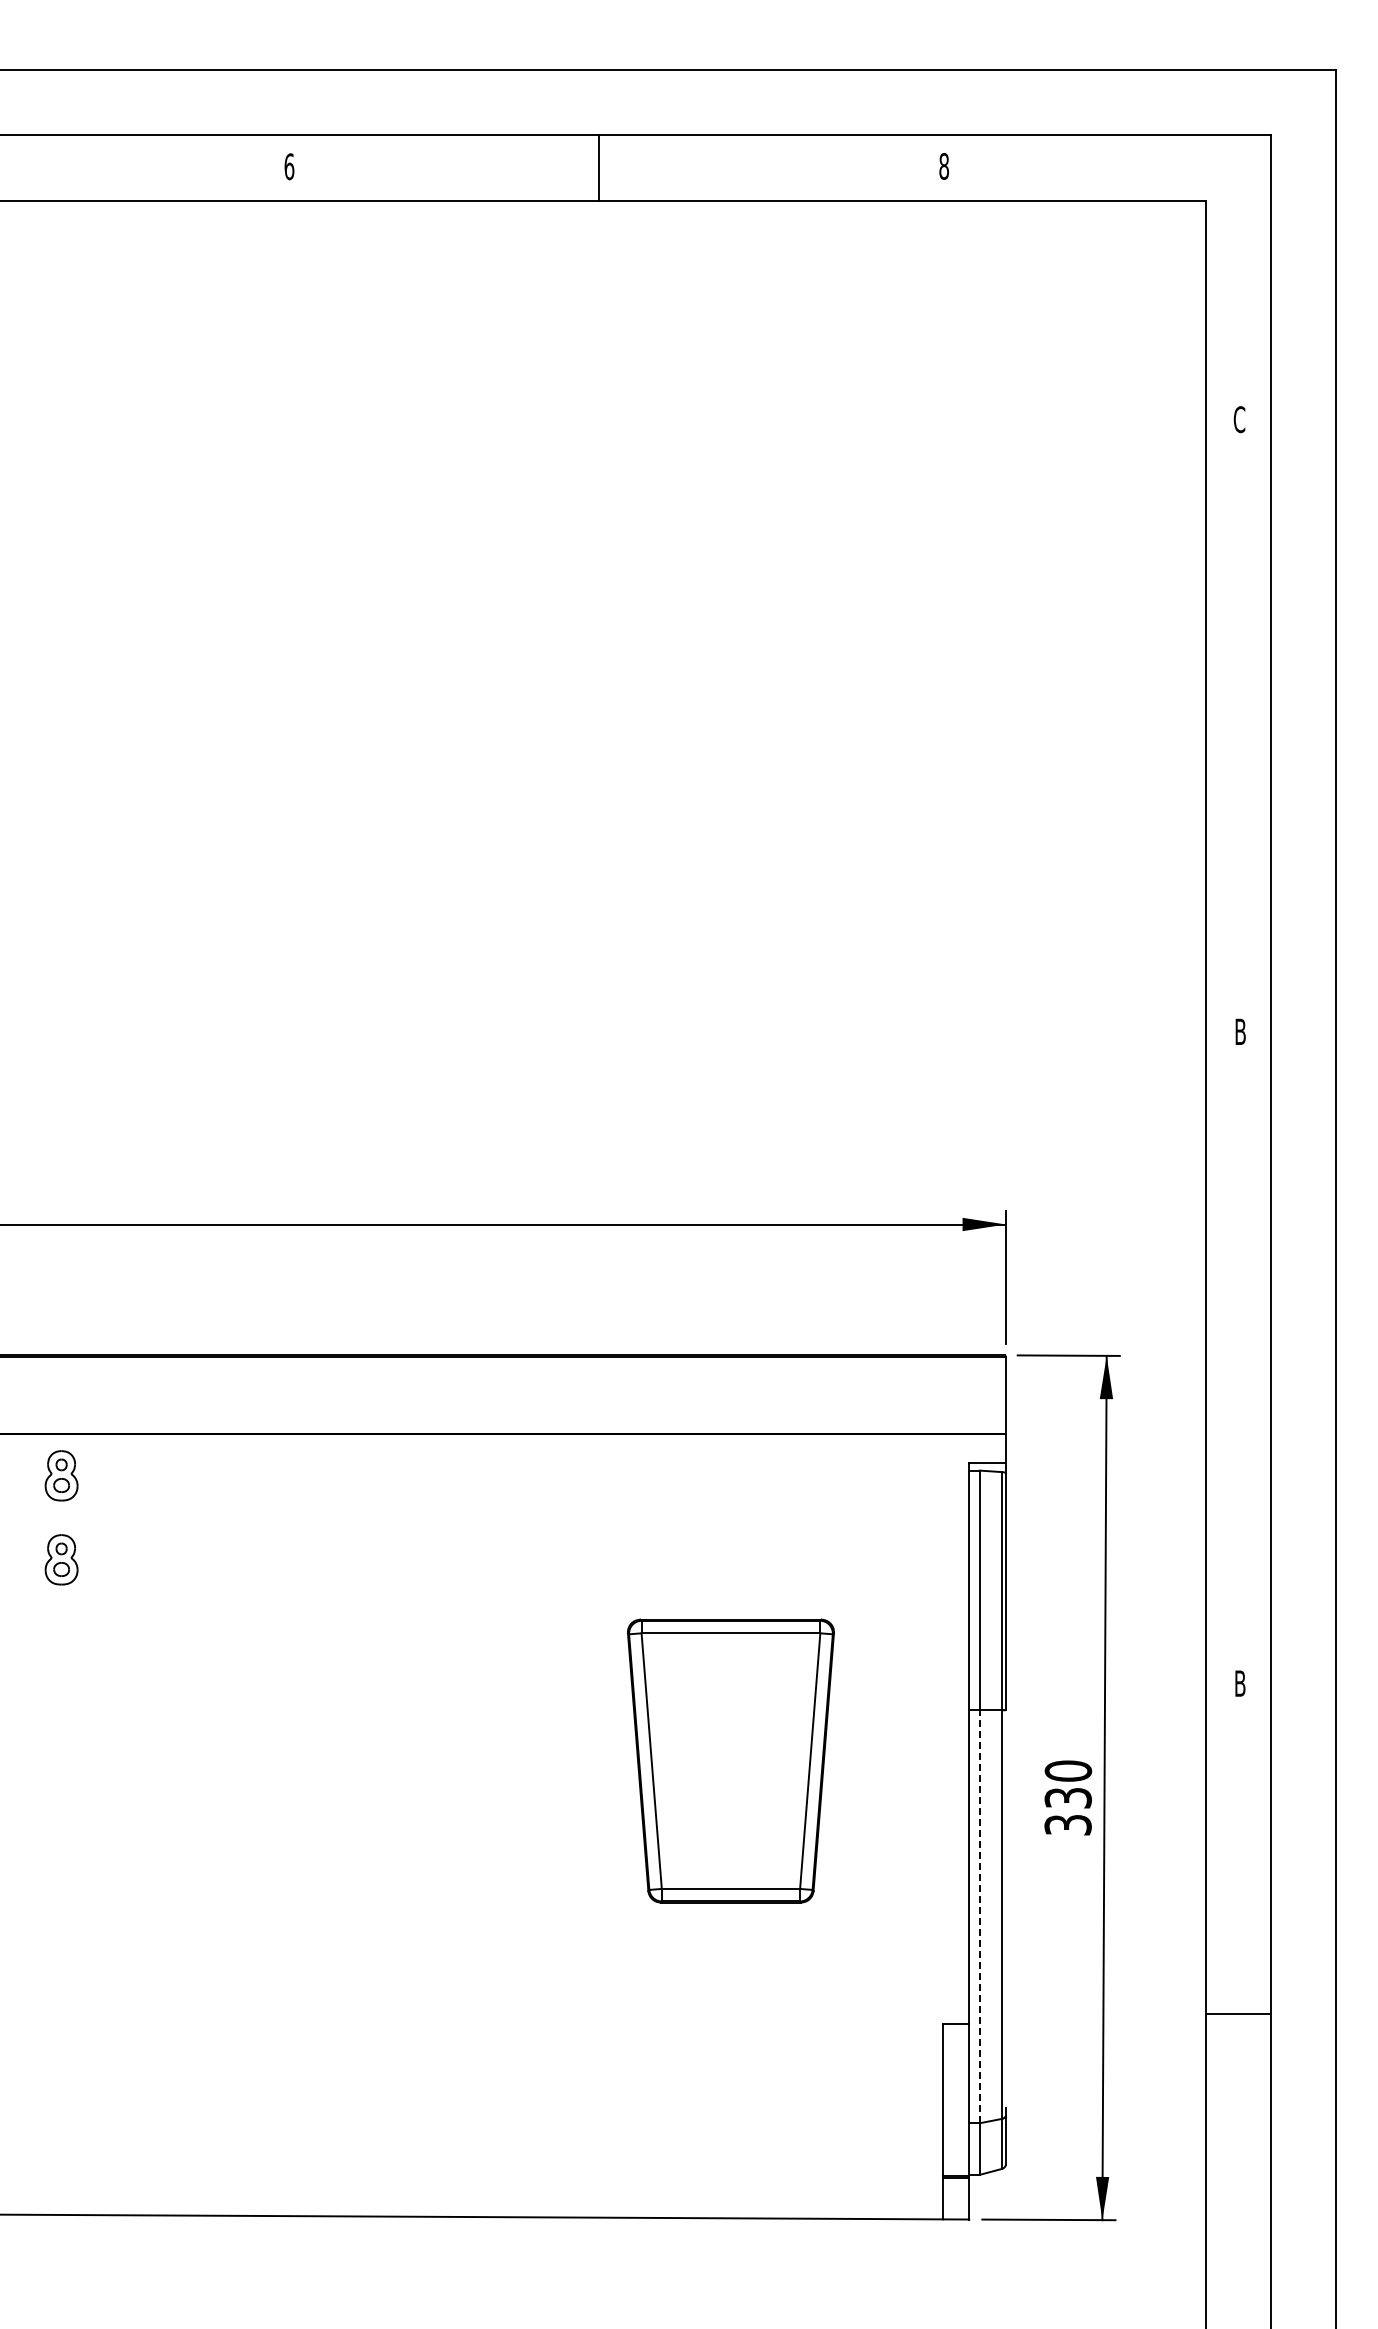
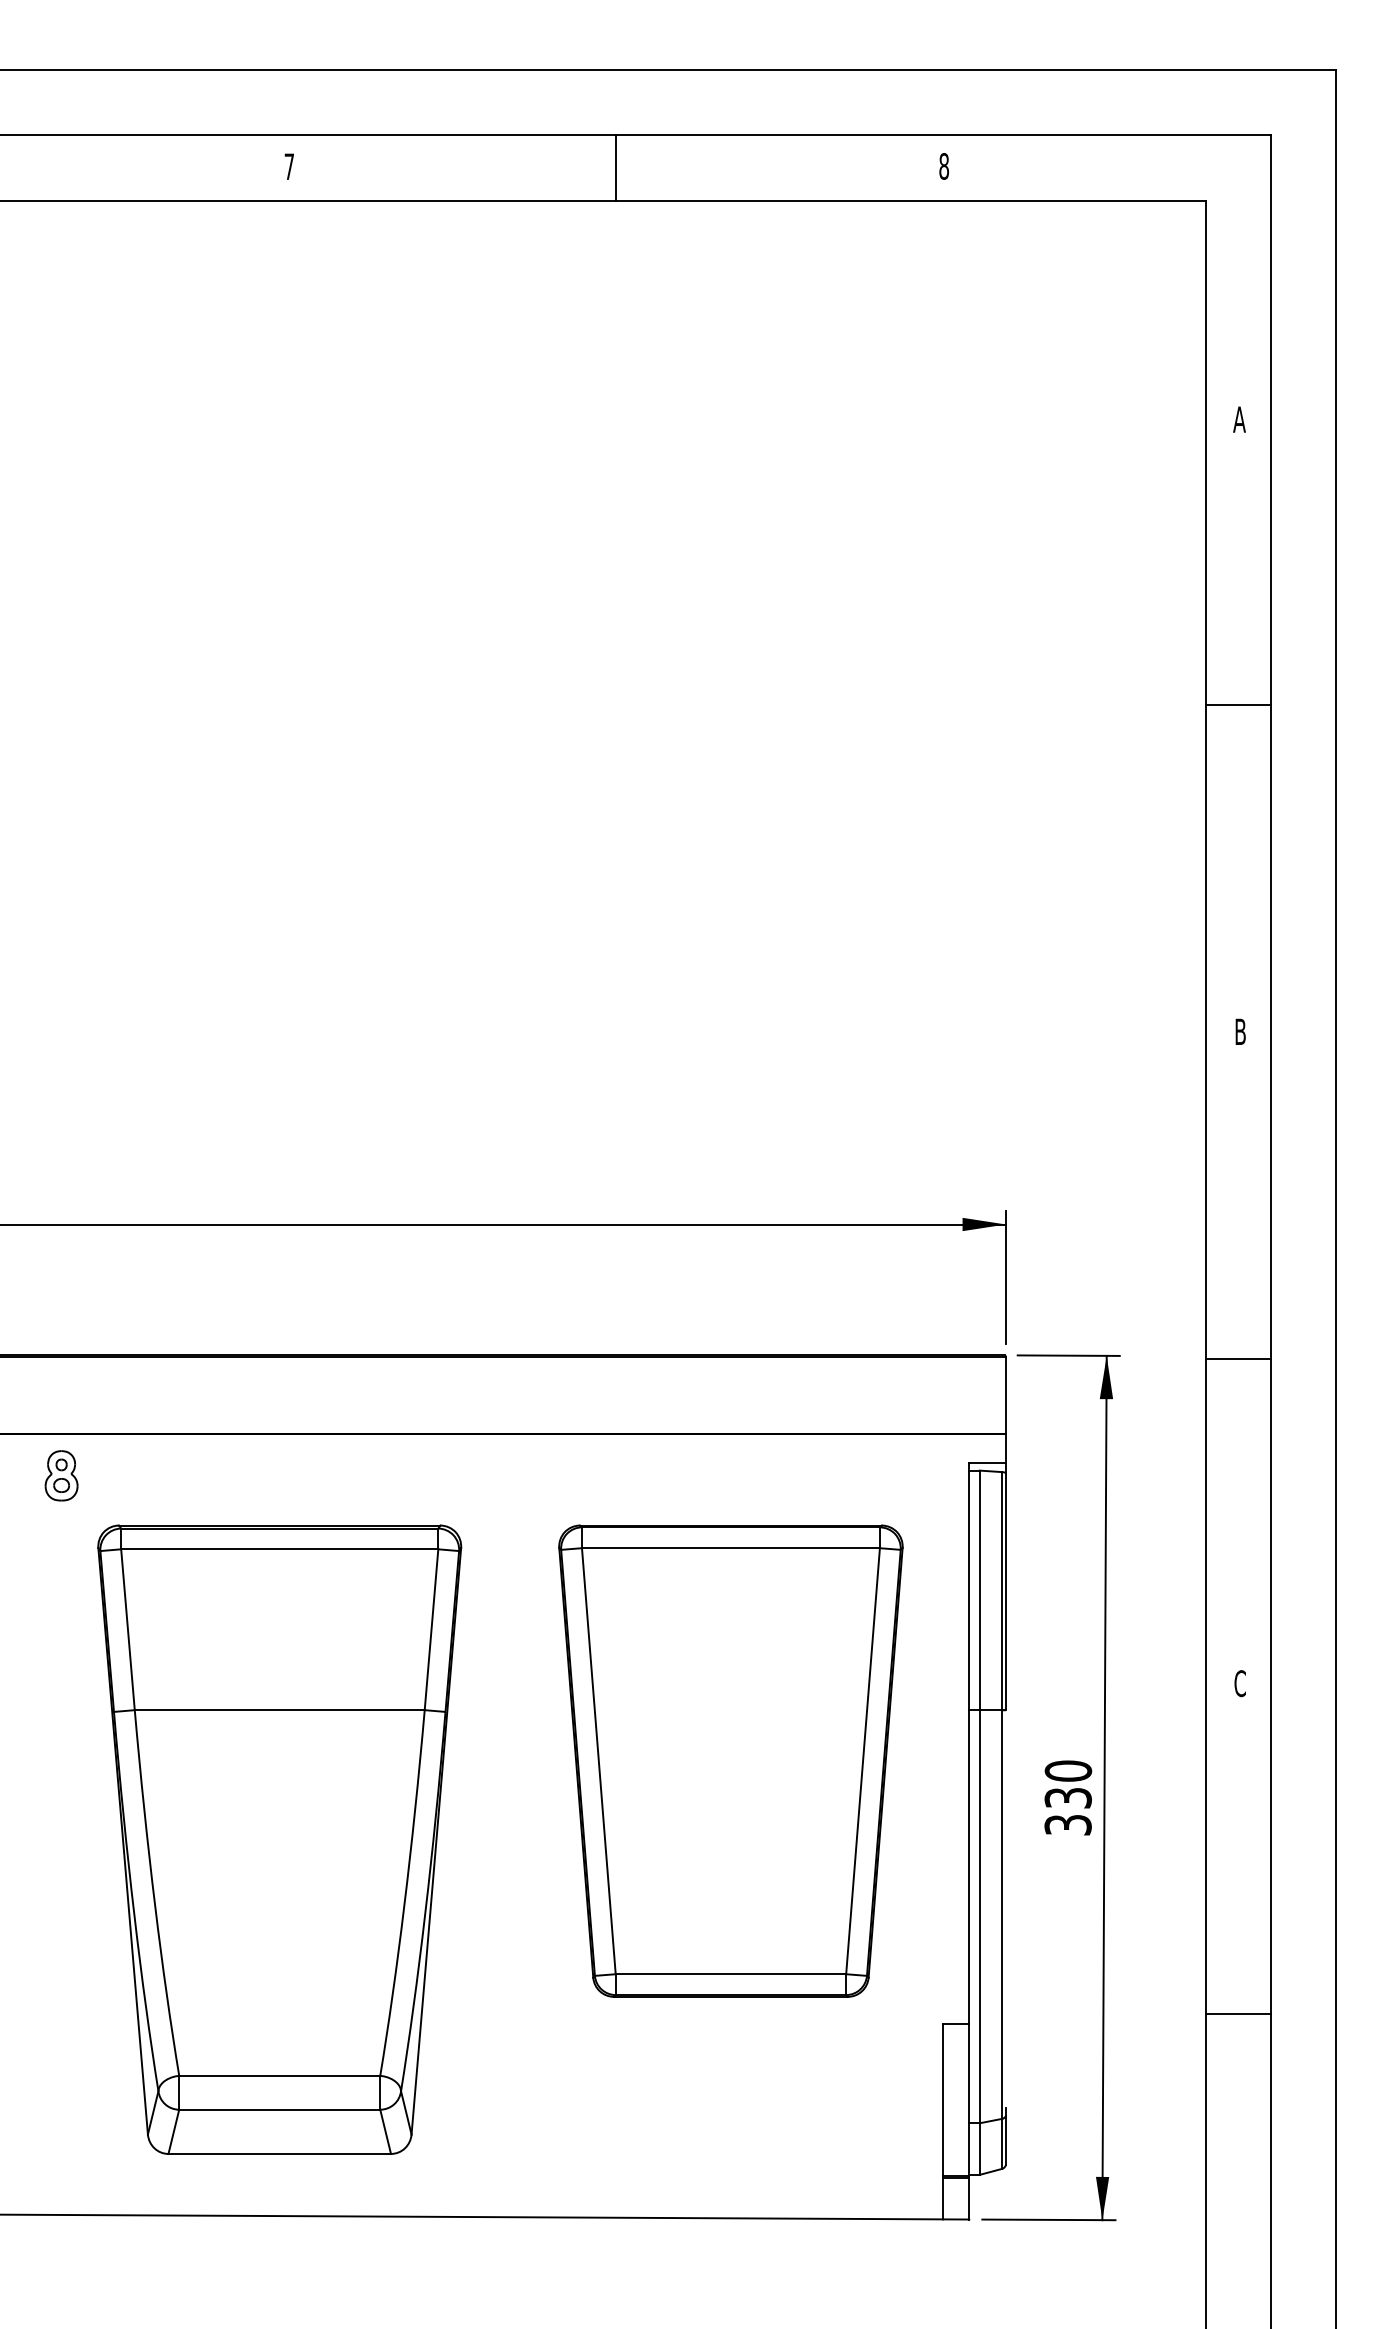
text at (289, 166): 6 -> 7
line at (599, 167) position: (599, 167) -> (616, 167)
text at (1239, 419): C -> A
line at (1238, 704): none -> present
line at (1238, 1359): none -> present
part at (61, 1559): present -> none
text at (1239, 1683): B -> C
part at (730, 1760) size: 209x286 px -> 346x474 px
part at (279, 1839): none -> present
line at (979, 1916): dashed -> solid
